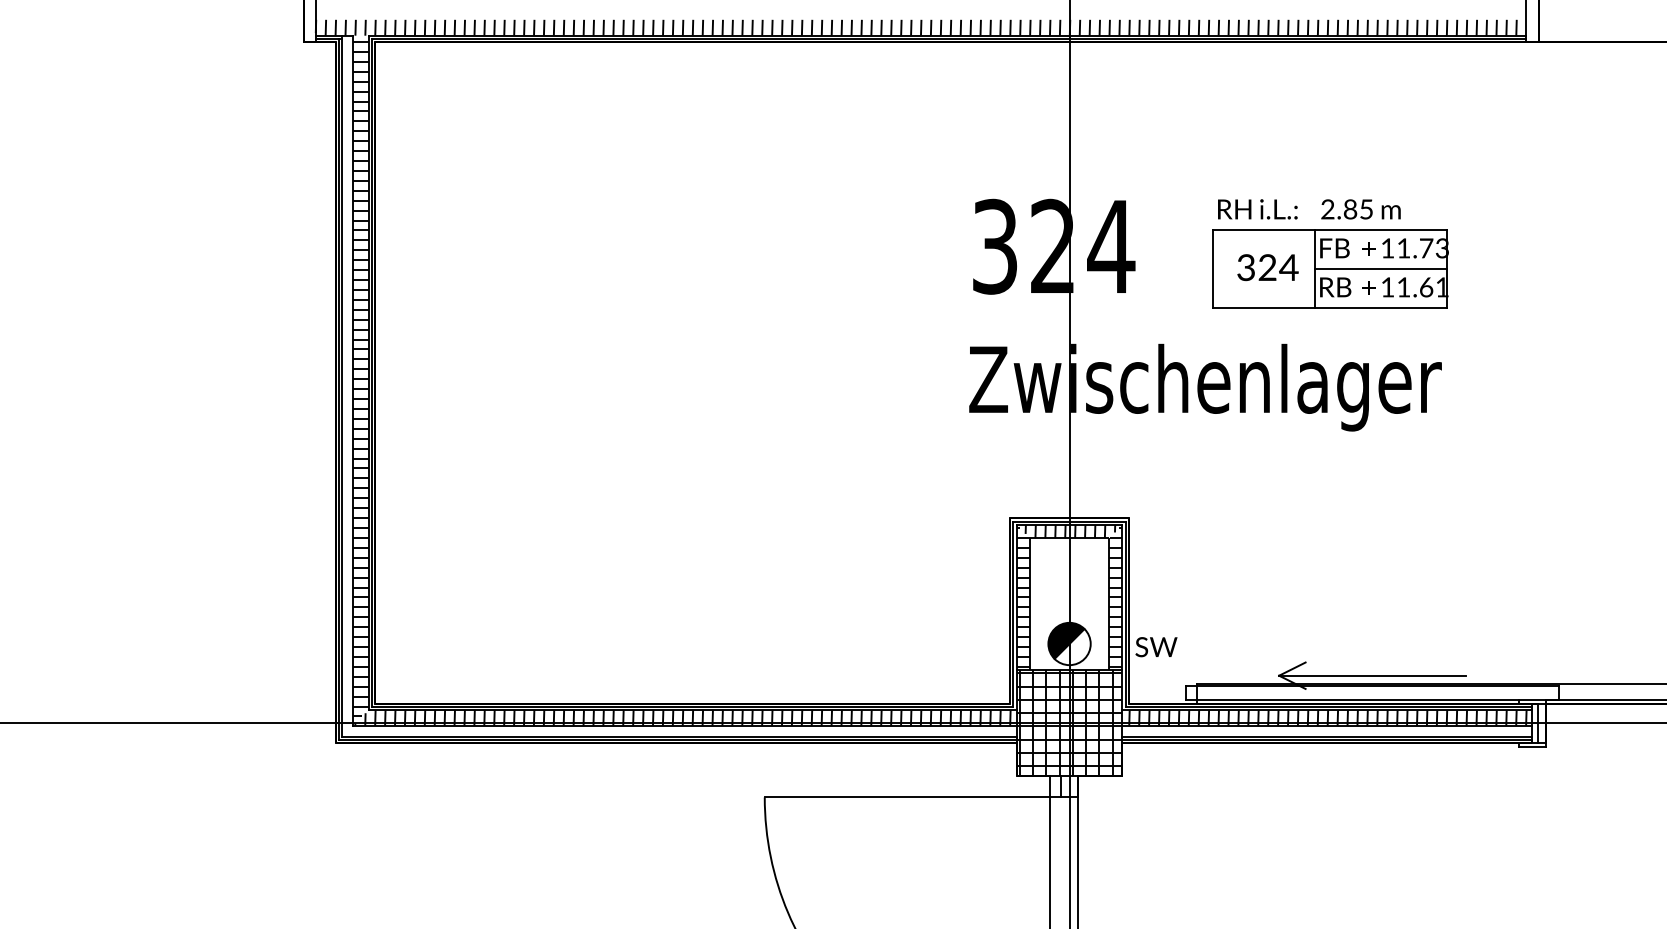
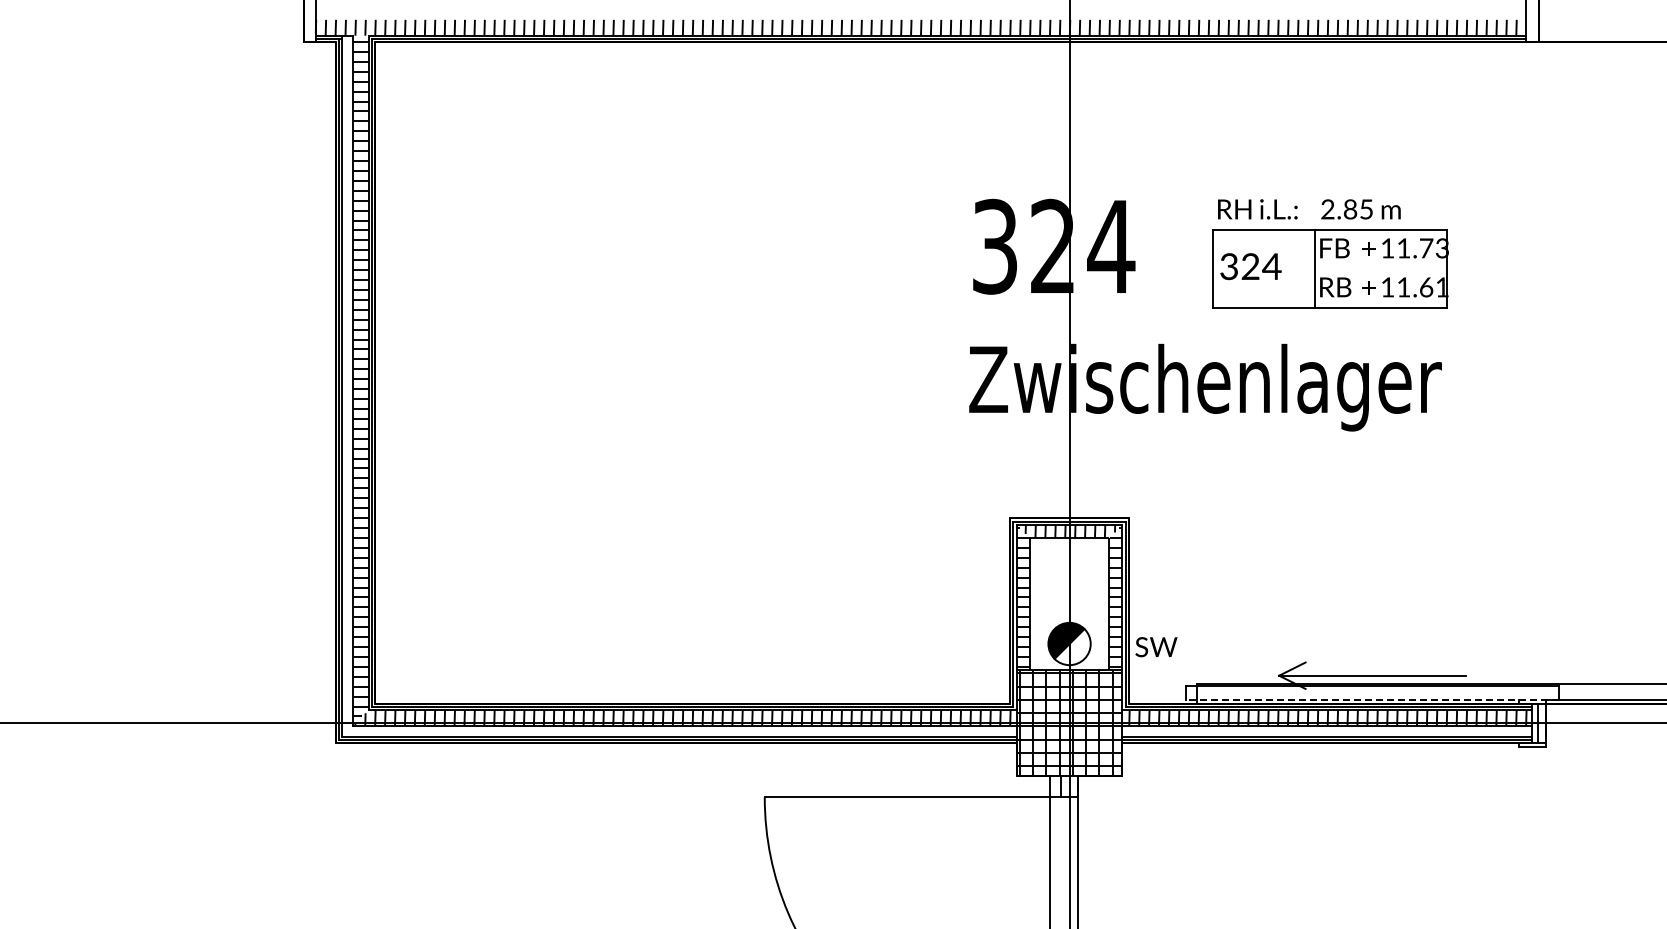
text at (1267, 267) position: (1267, 267) -> (1250, 266)
line at (1380, 268): present -> none
line at (1371, 699): solid -> dashed
